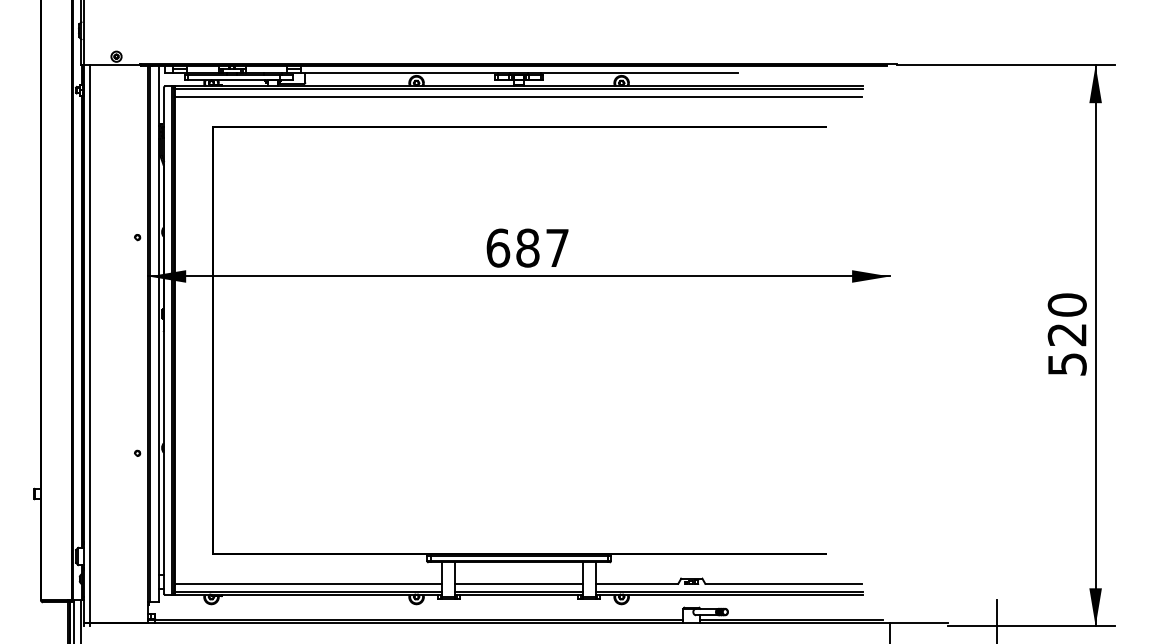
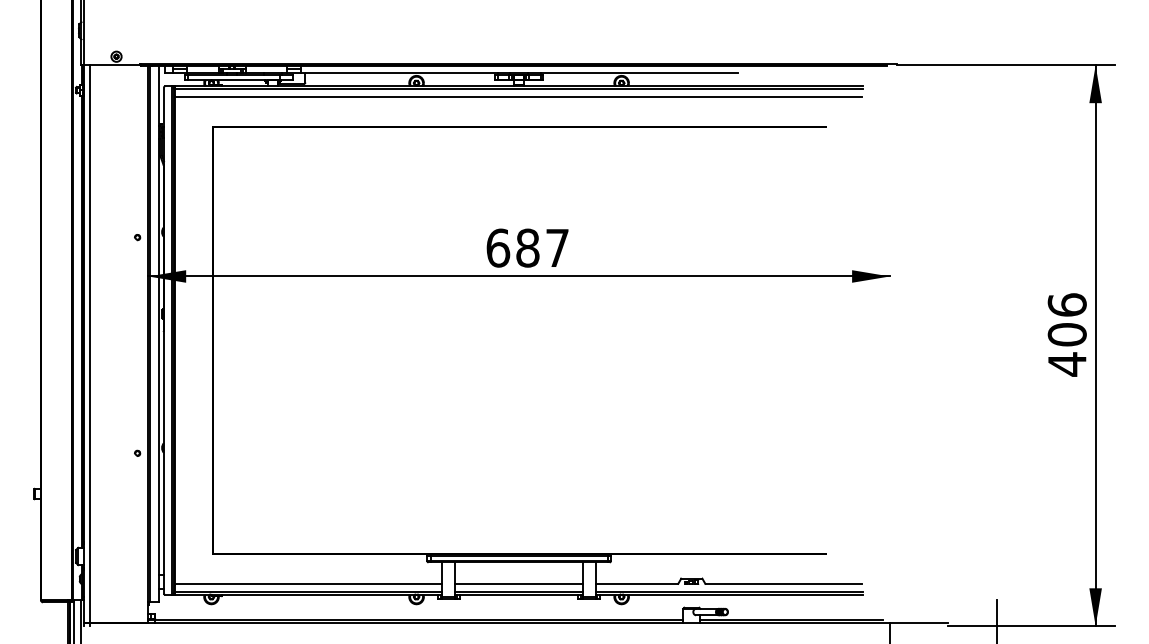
text at (1066, 334): 520 -> 406
